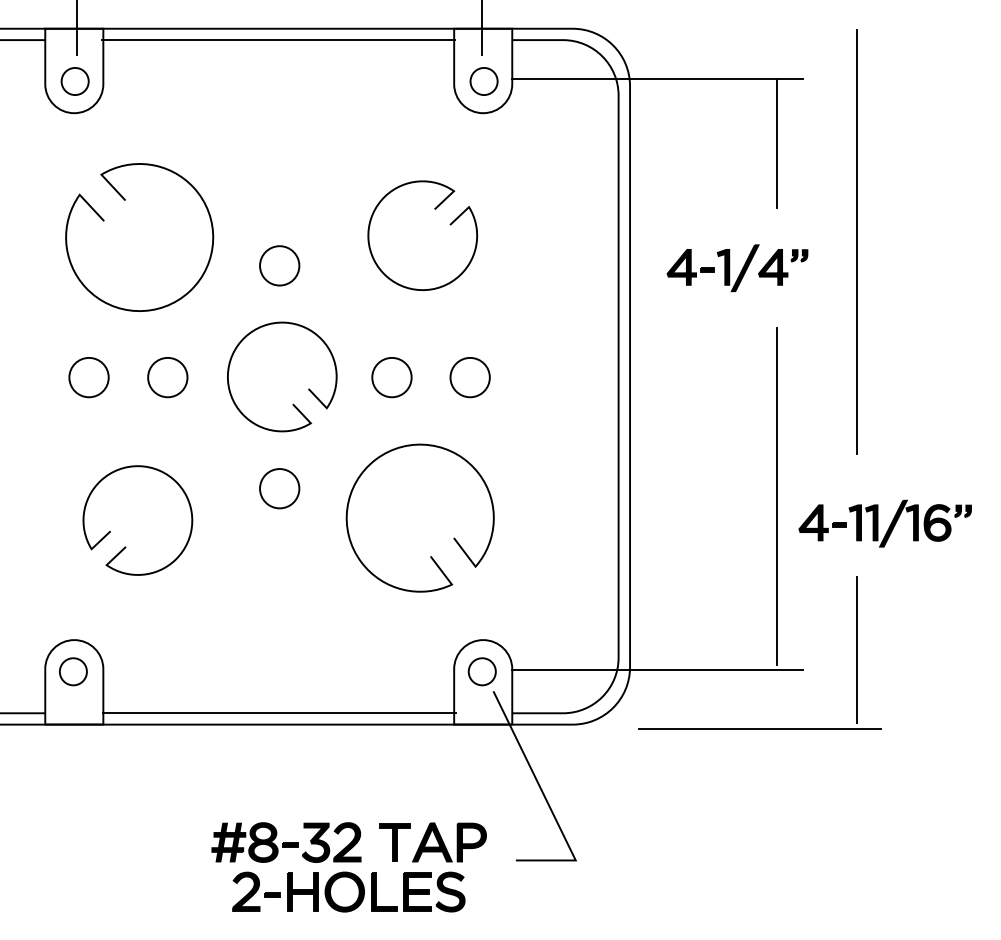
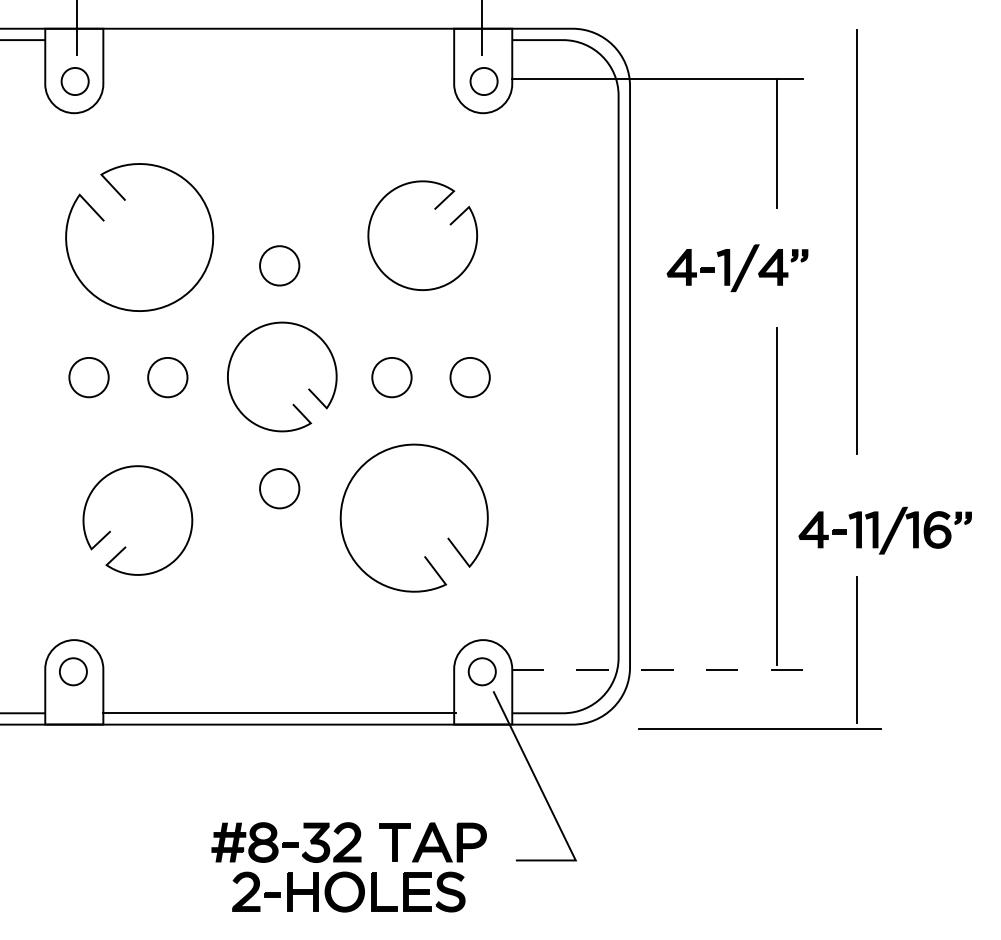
line at (278, 40): present -> none
part at (884, 523) position: (884, 523) -> (884, 530)
curve at (453, 538) position: (453, 538) -> (447, 538)
line at (657, 670): solid -> dashed
